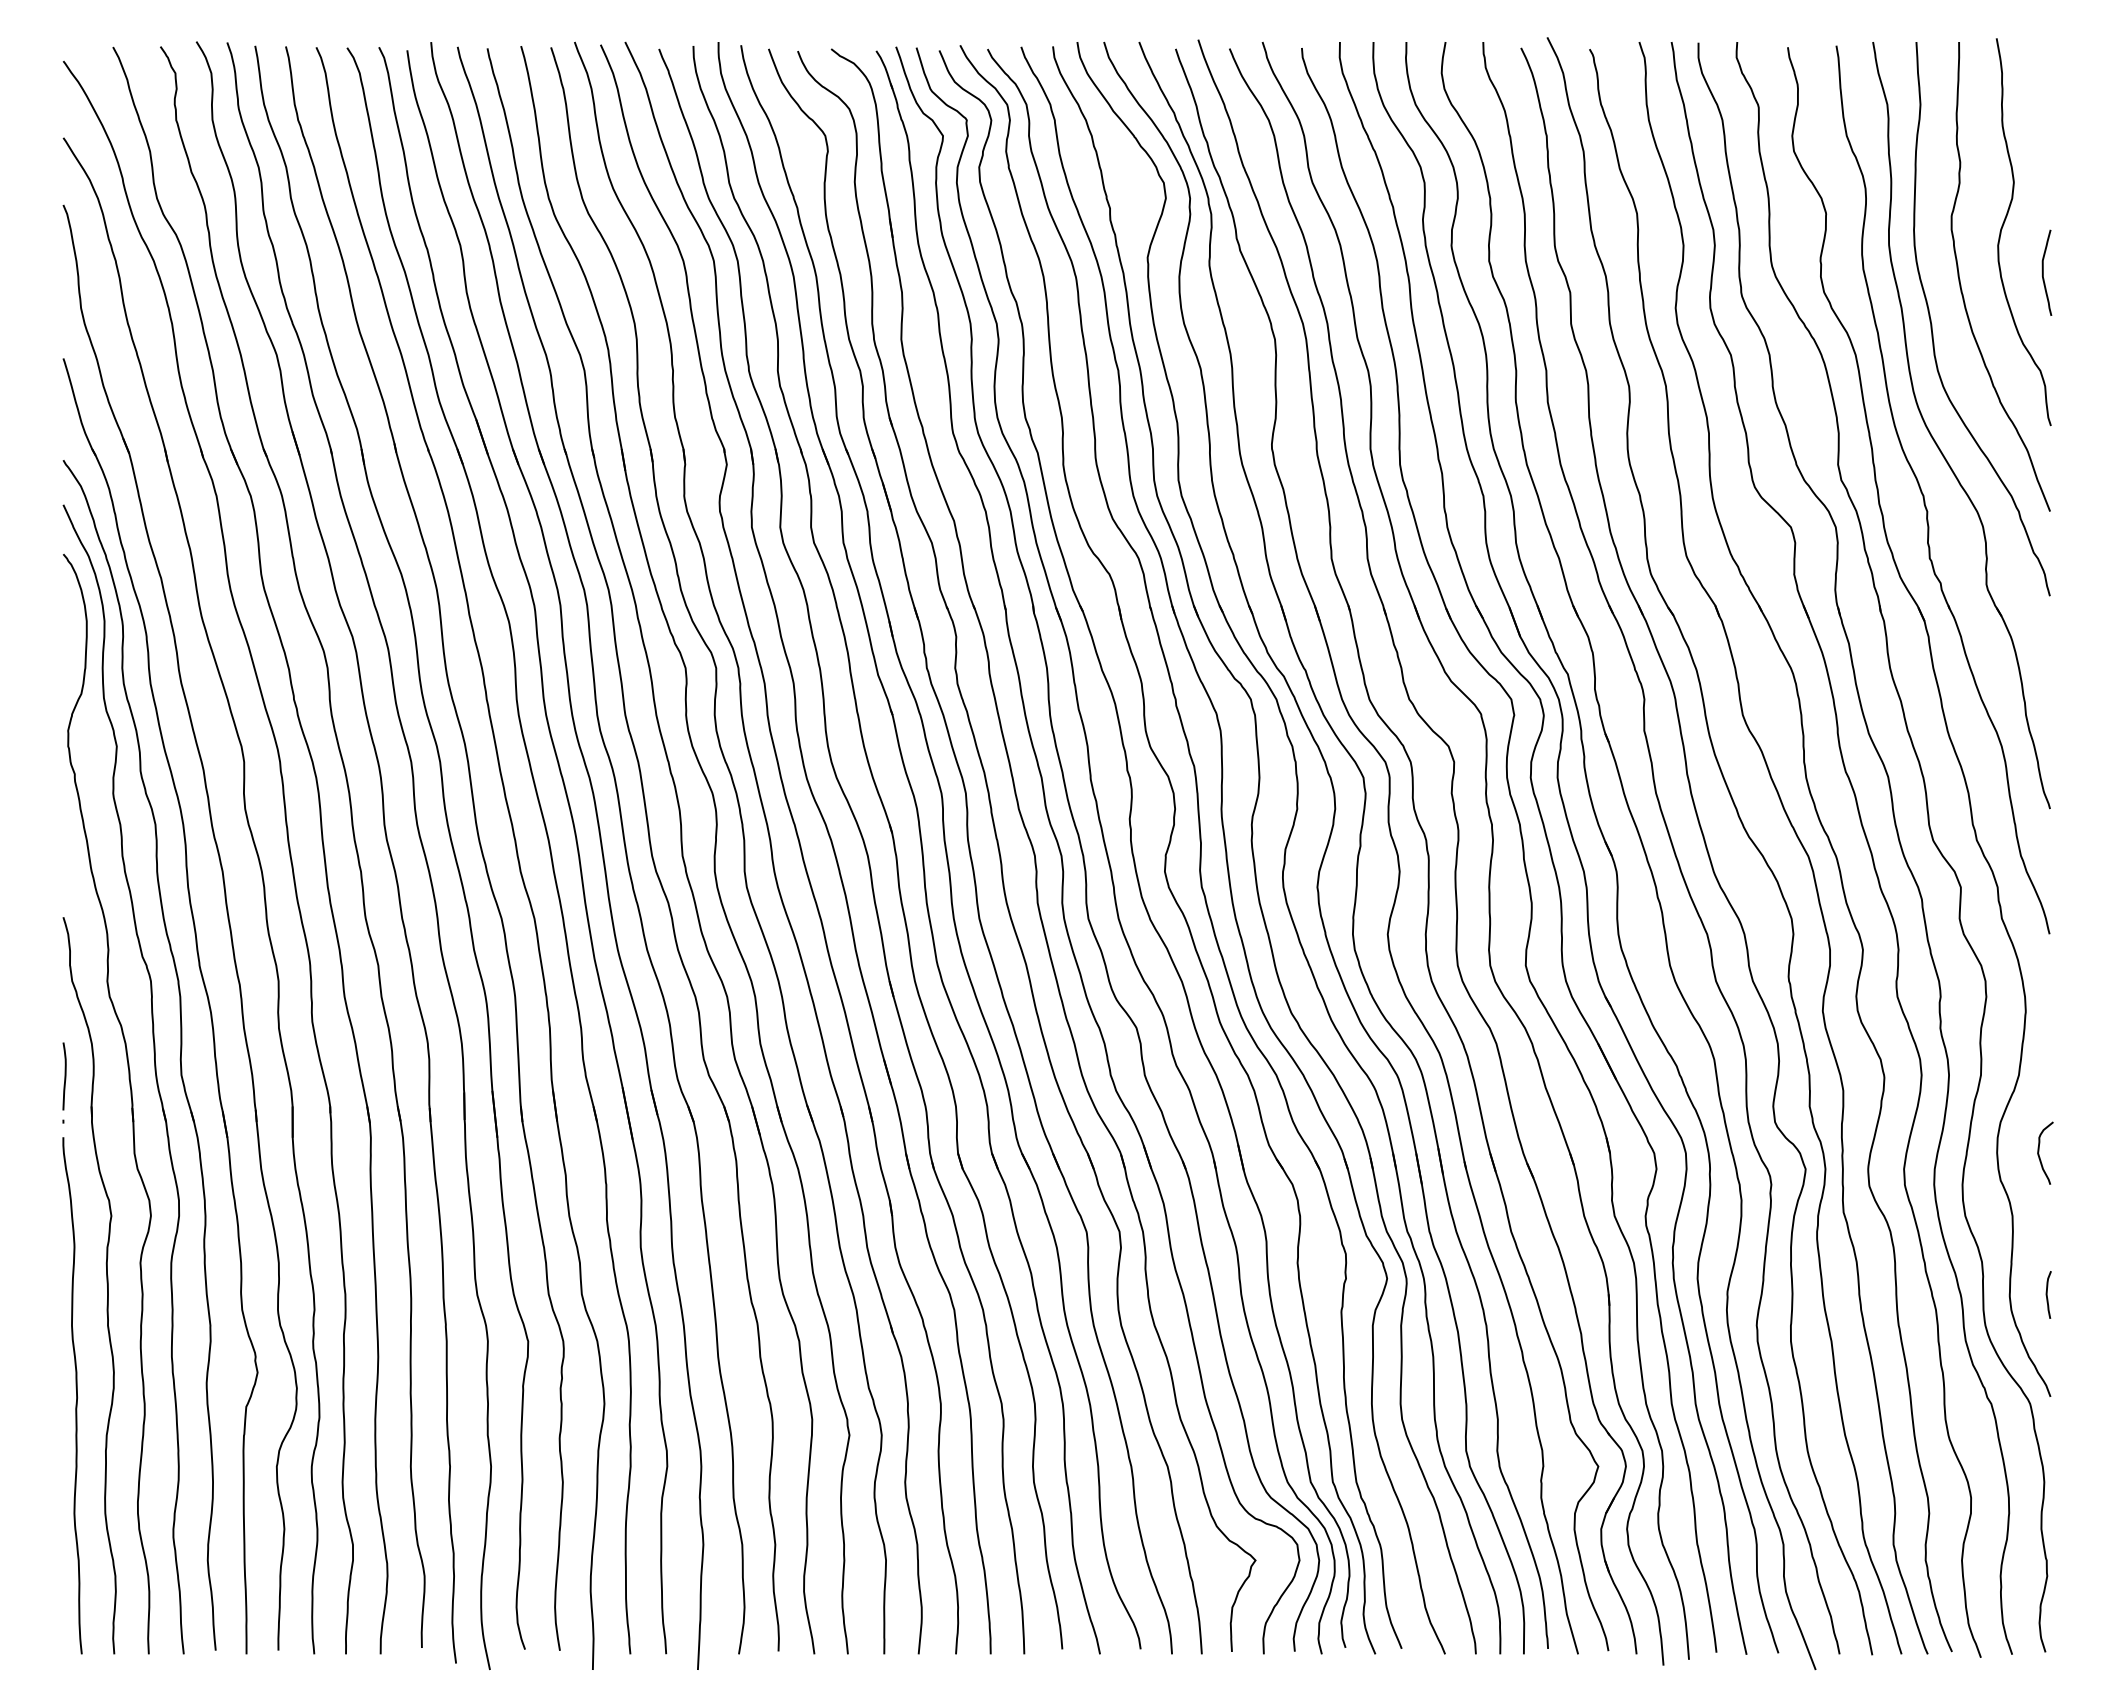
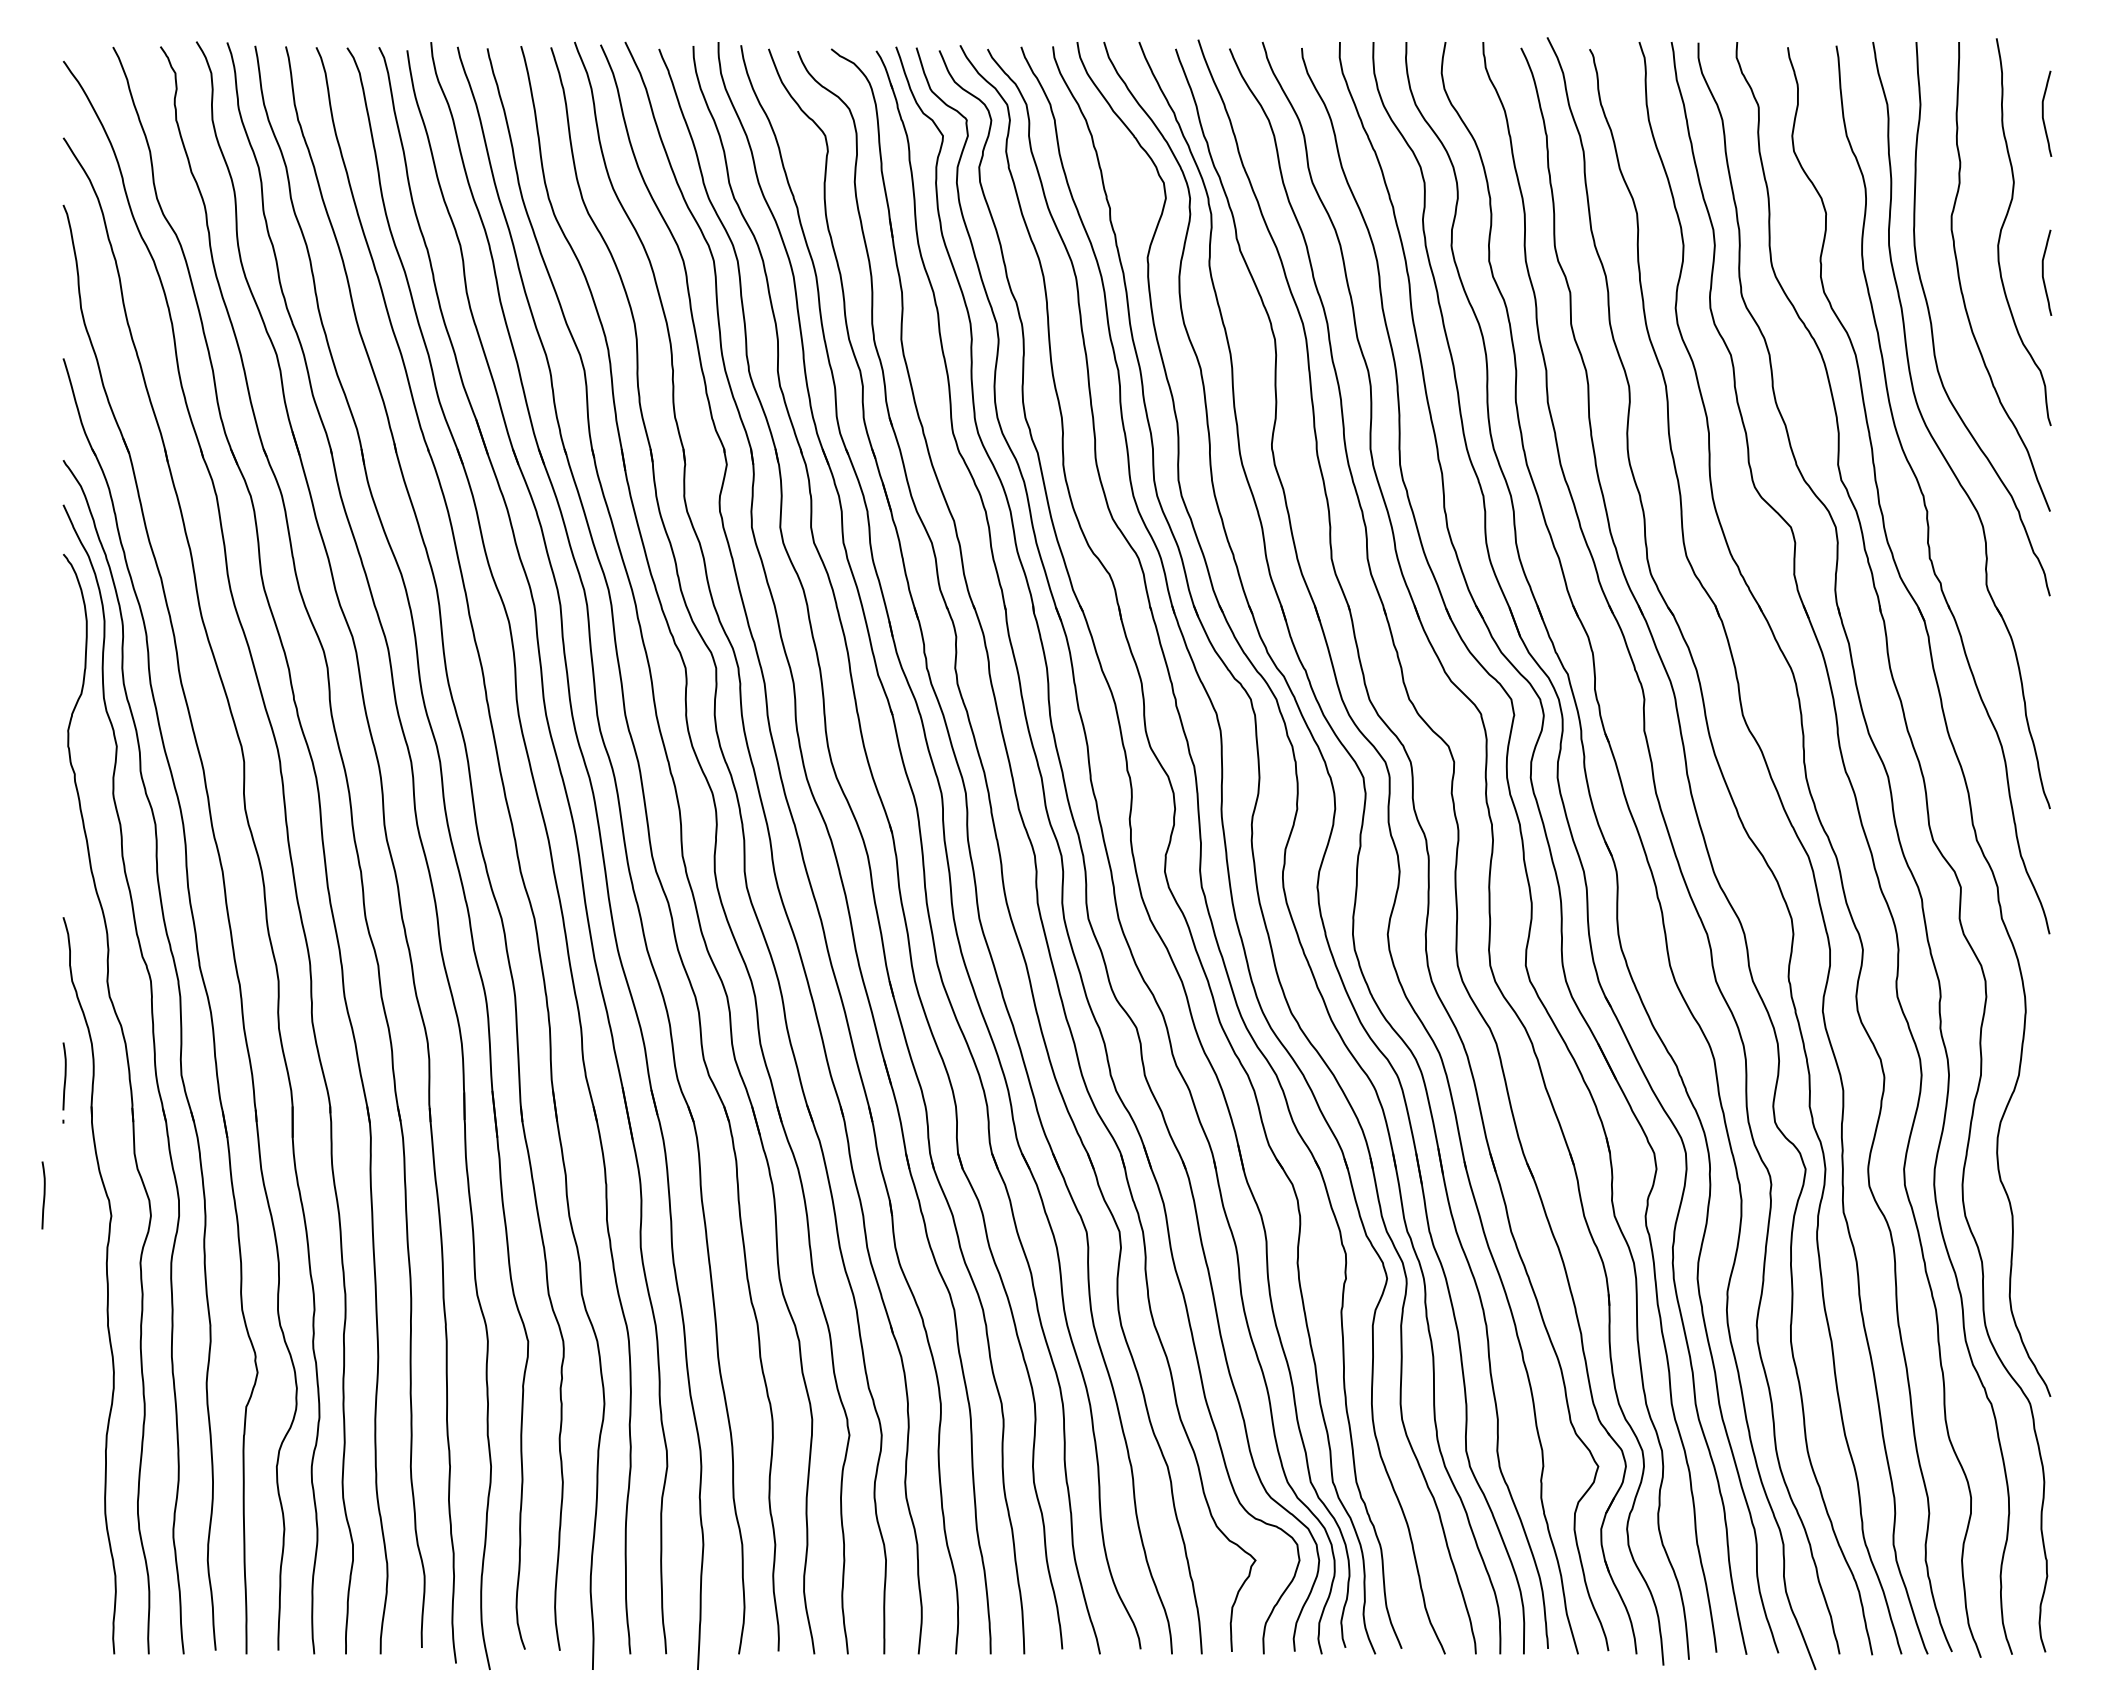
curve at (2043, 113): none -> present
curve at (2039, 1152): present -> none
curve at (43, 1195): none -> present
curve at (2047, 1294): present -> none
curve at (76, 1395): present -> none
